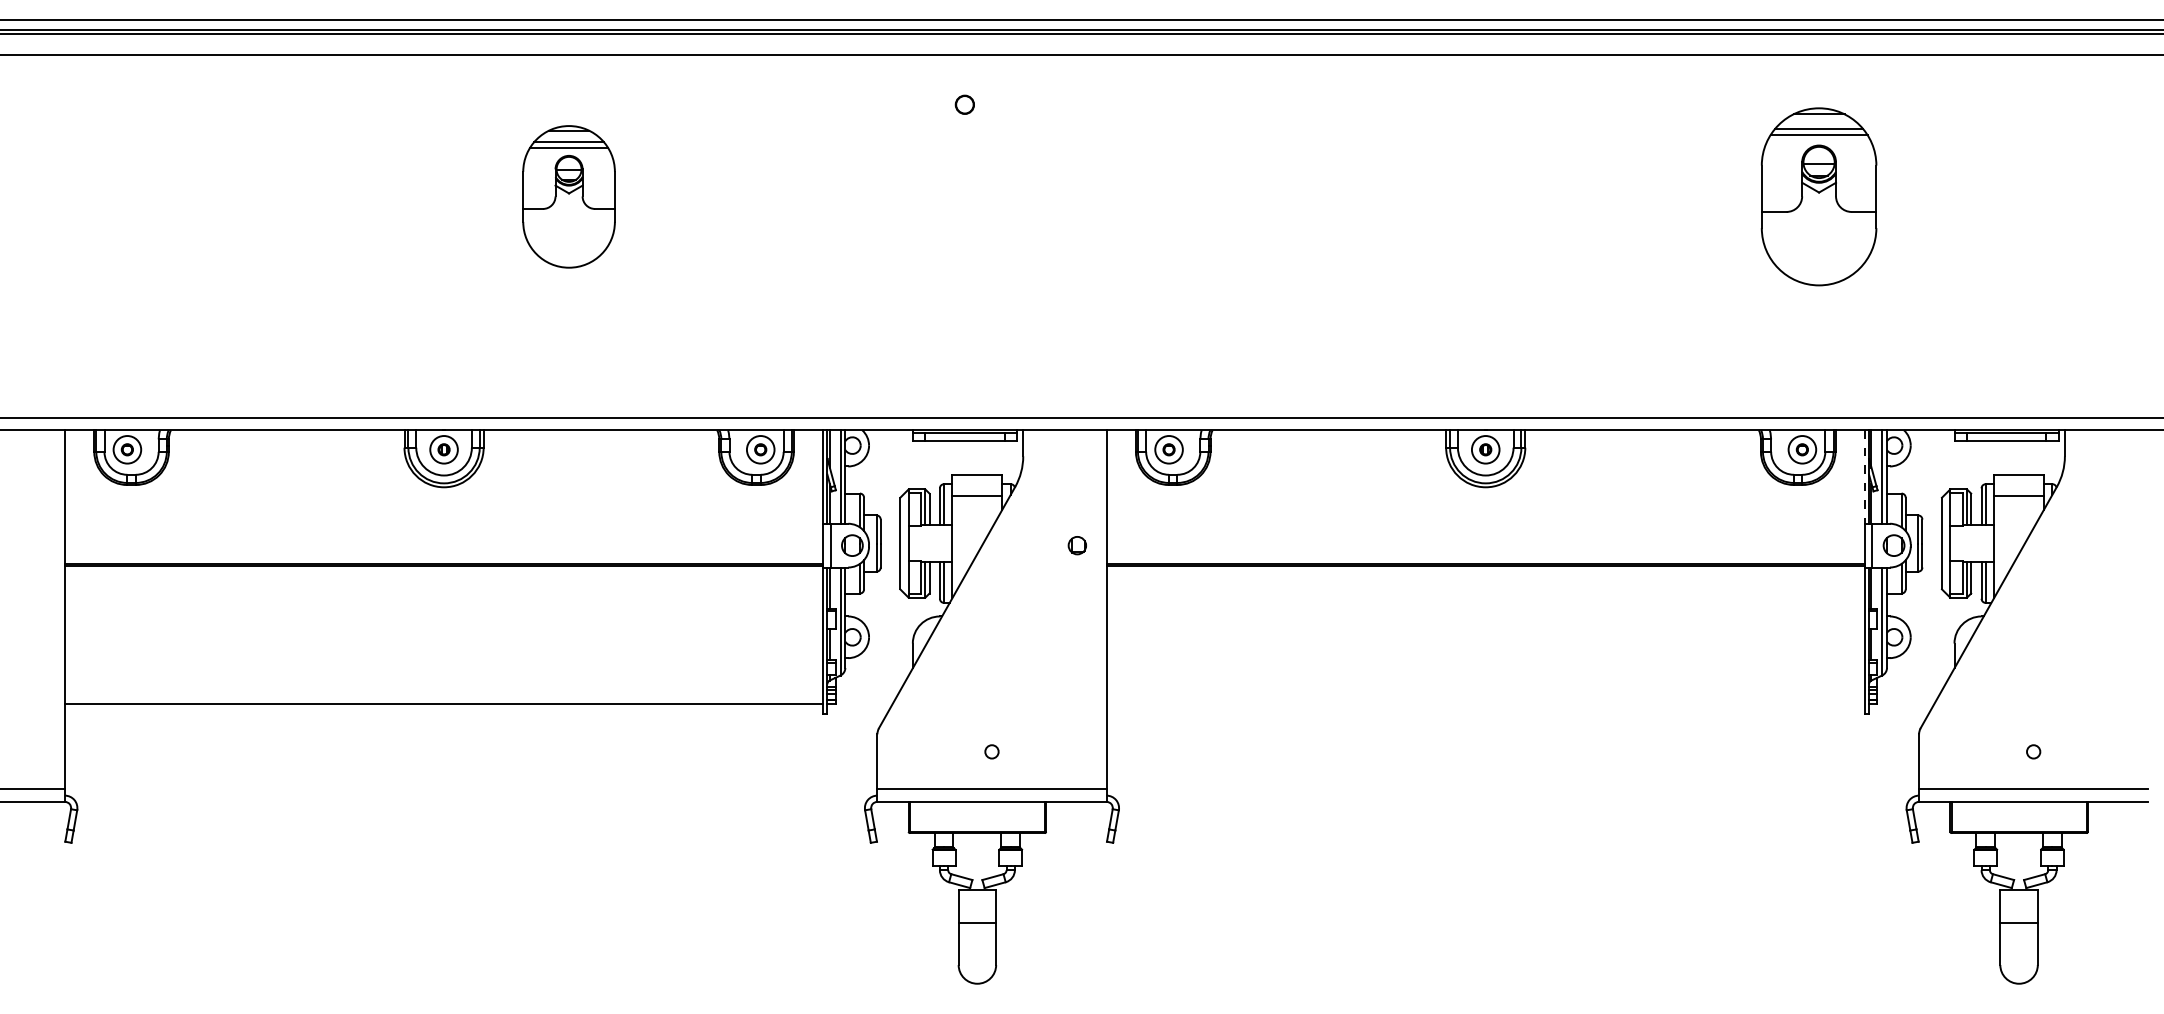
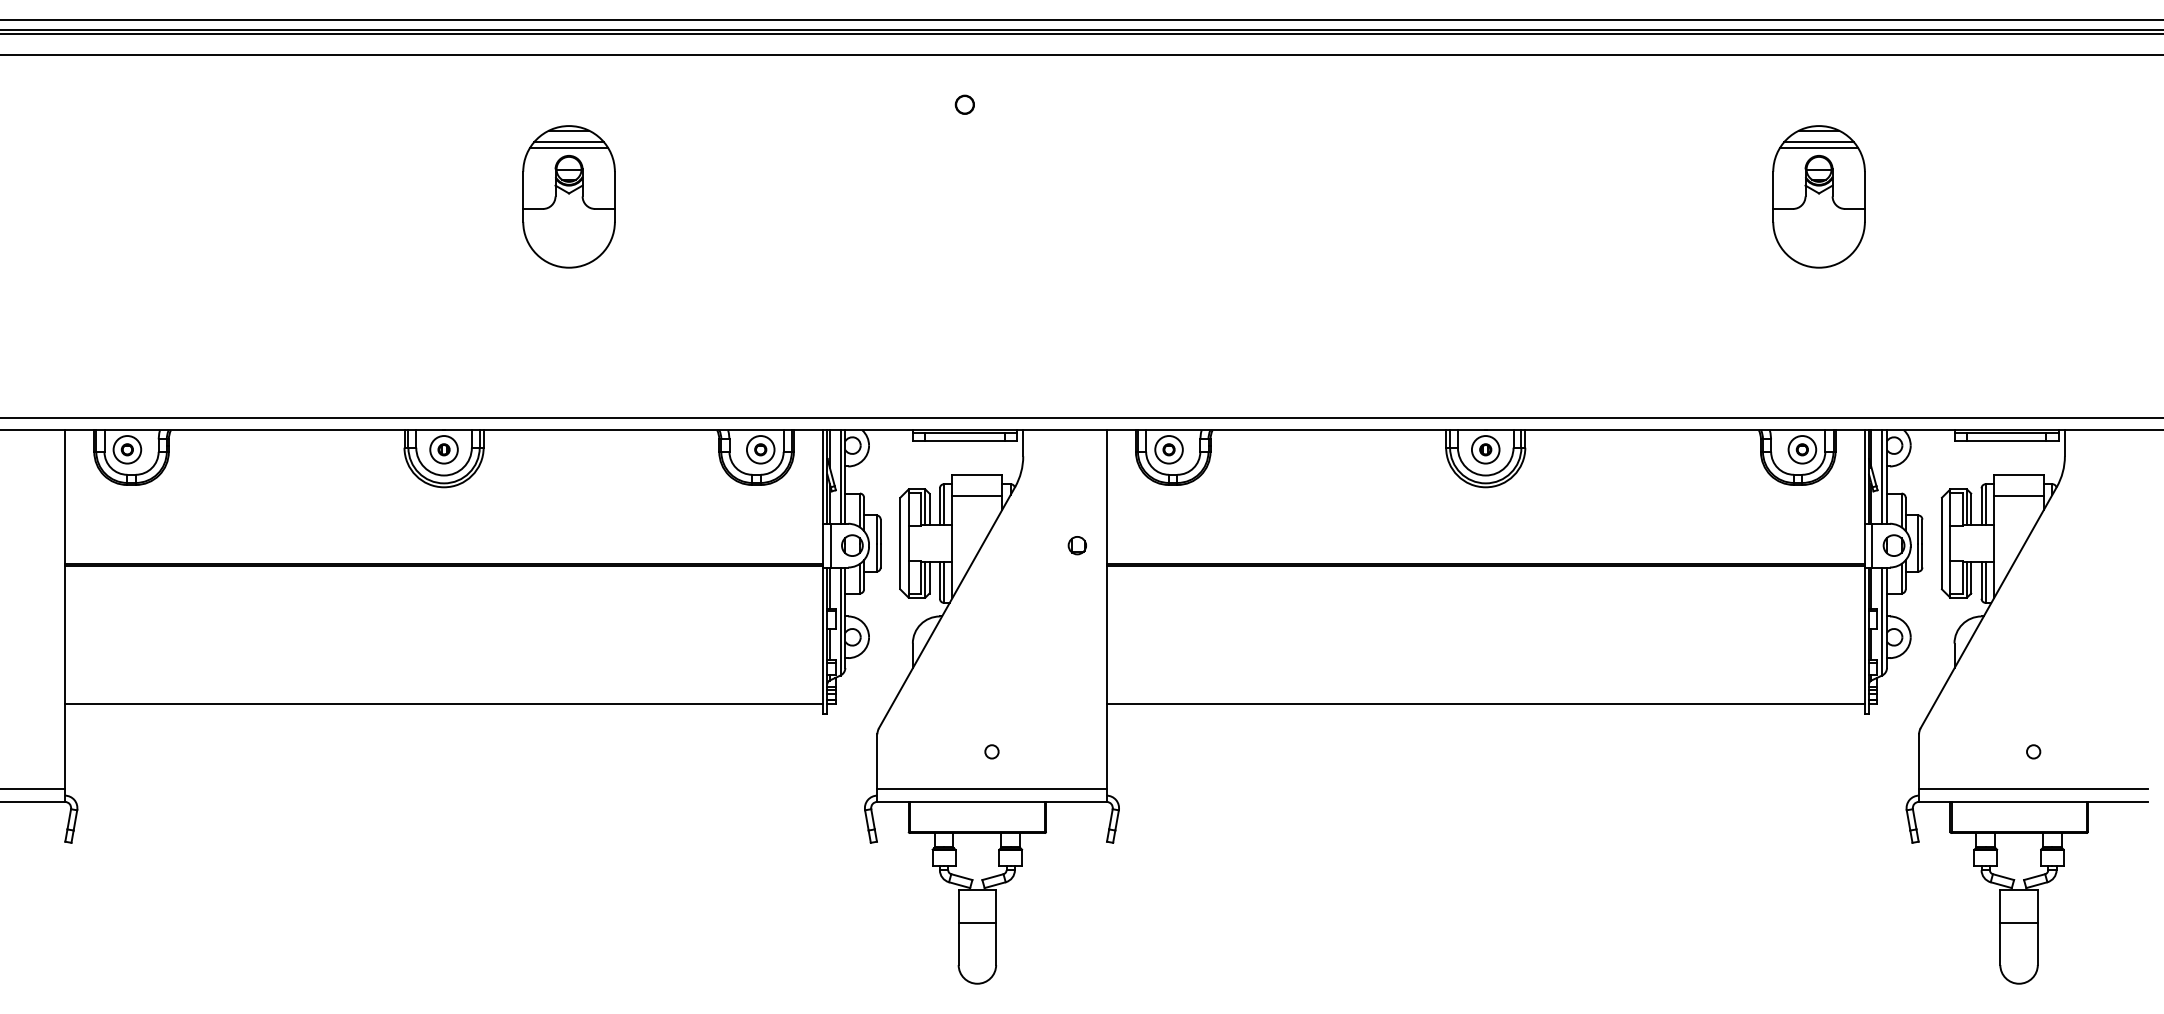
part at (1818, 196) size: 118x180 px -> 94x144 px
line at (1864, 477): dashed -> solid
line at (1485, 703): none -> present
